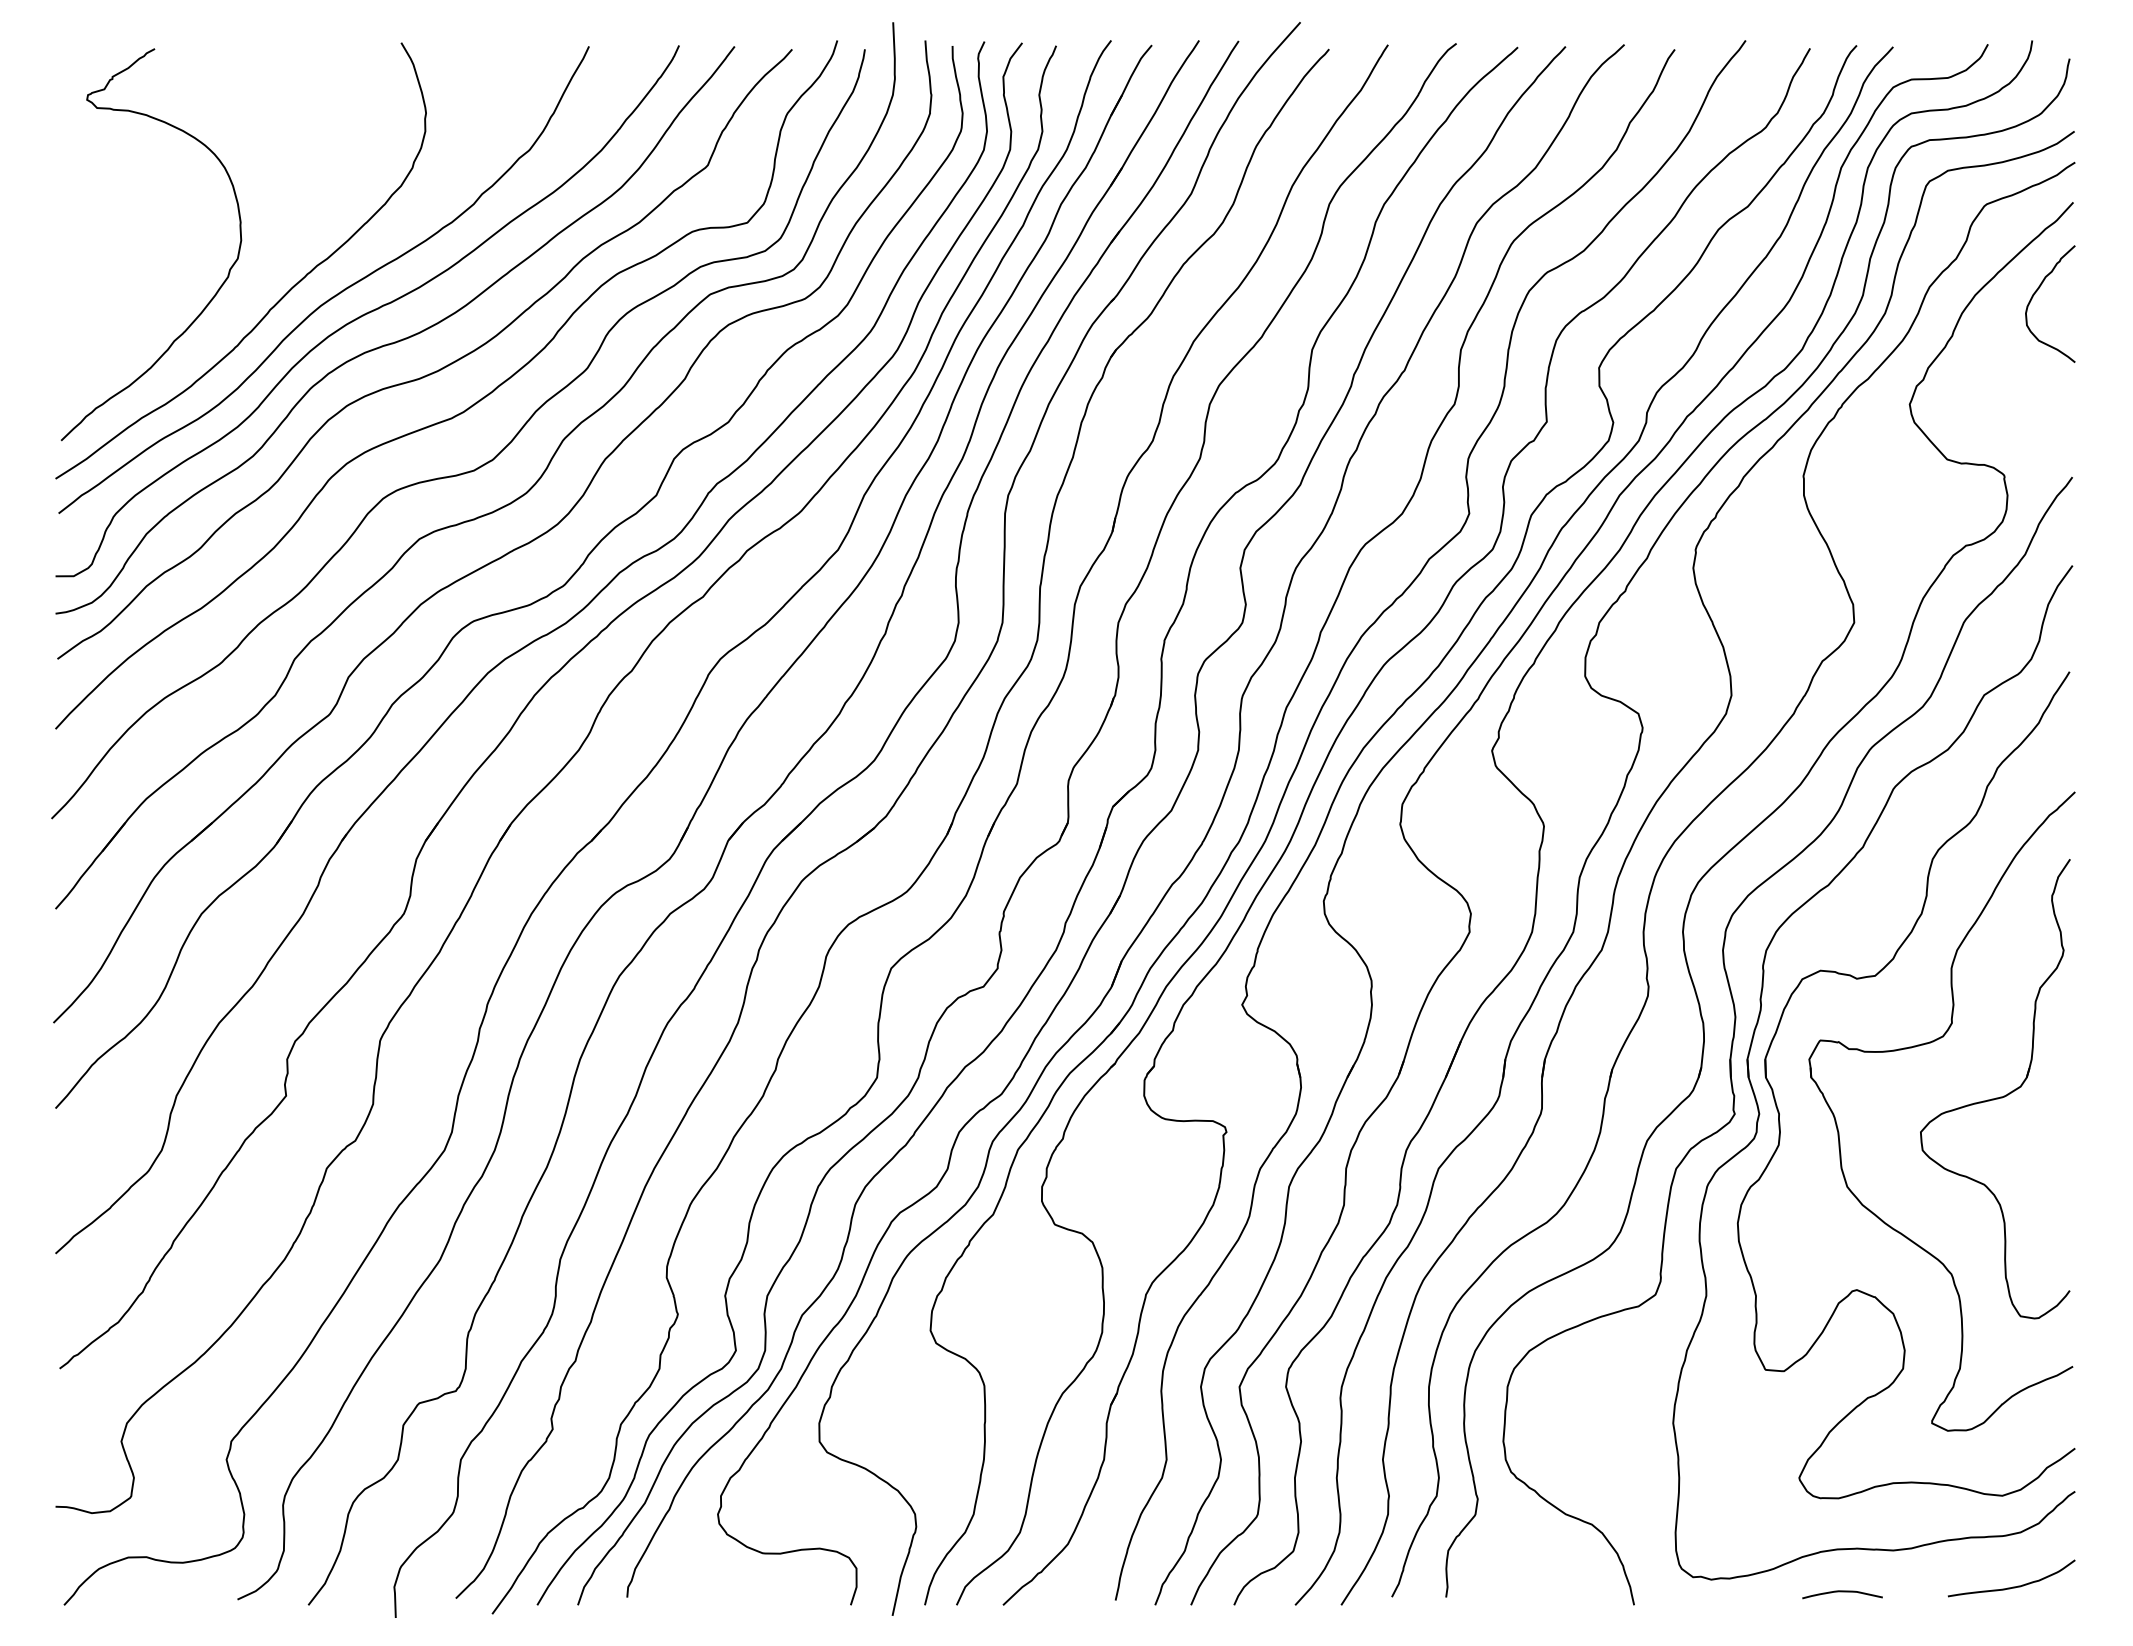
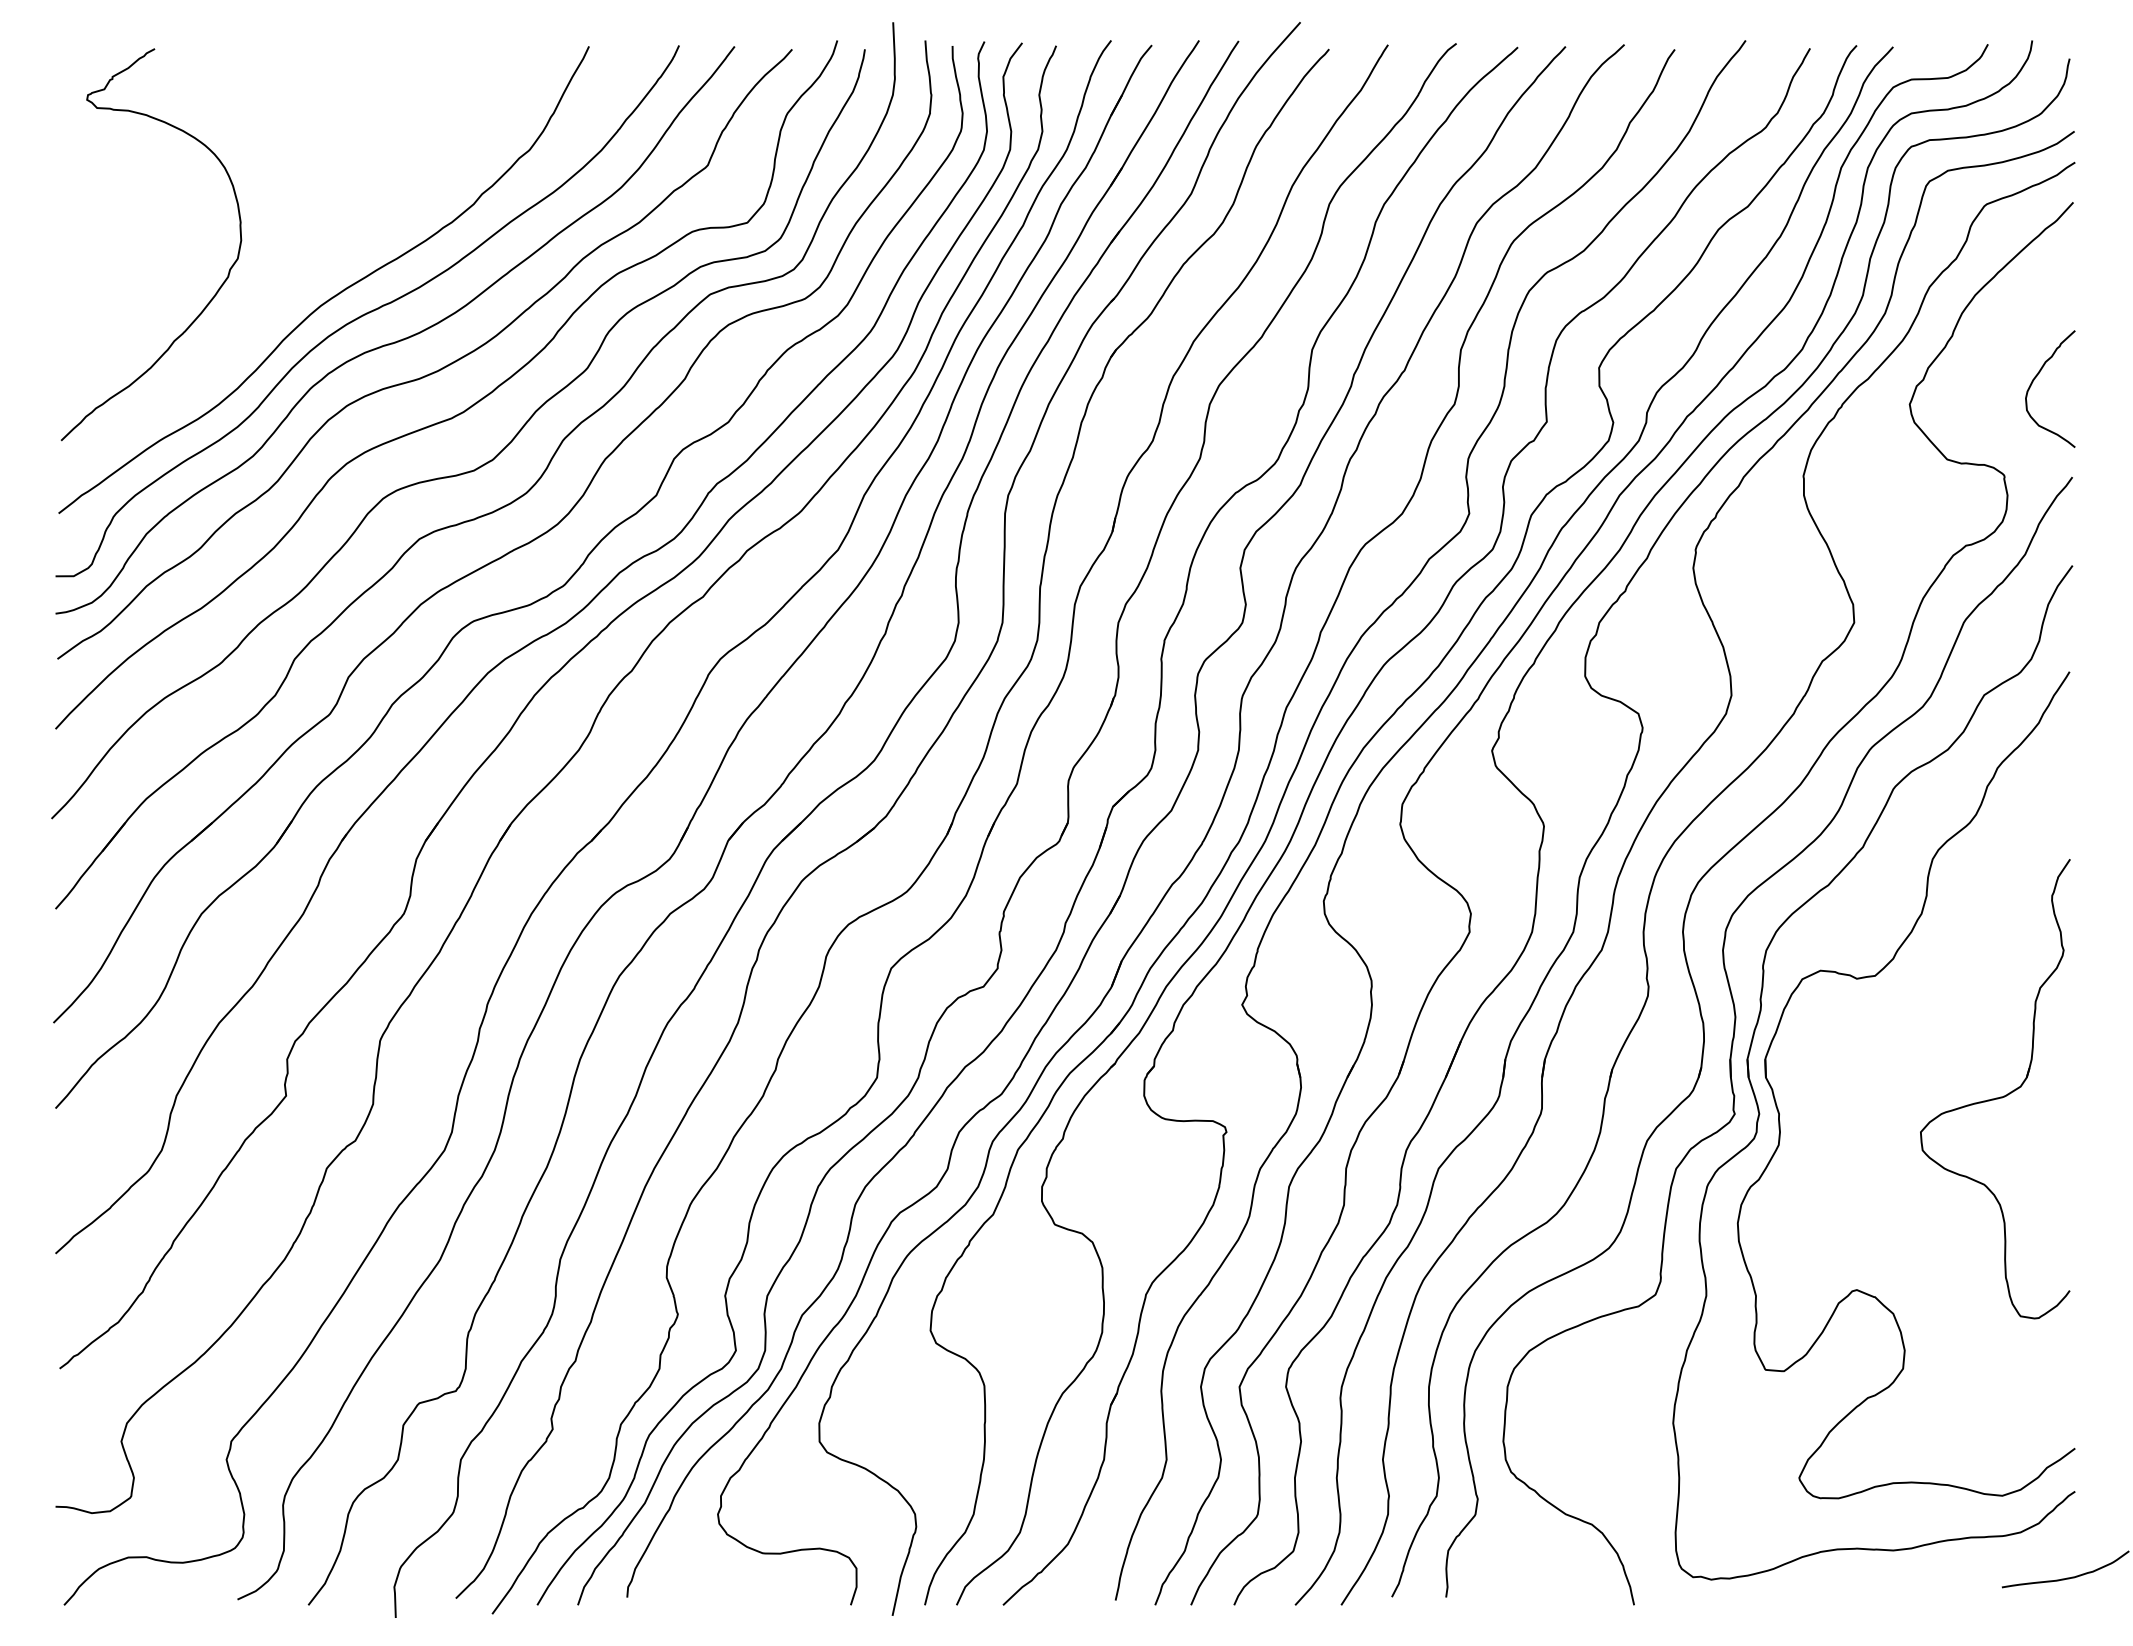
curve at (2037, 291) position: (2037, 291) -> (2037, 376)
curve at (279, 299): present -> none
part at (1923, 1045): present -> none
curve at (2012, 1586) position: (2012, 1586) -> (2066, 1577)
curve at (1842, 1592): present -> none
